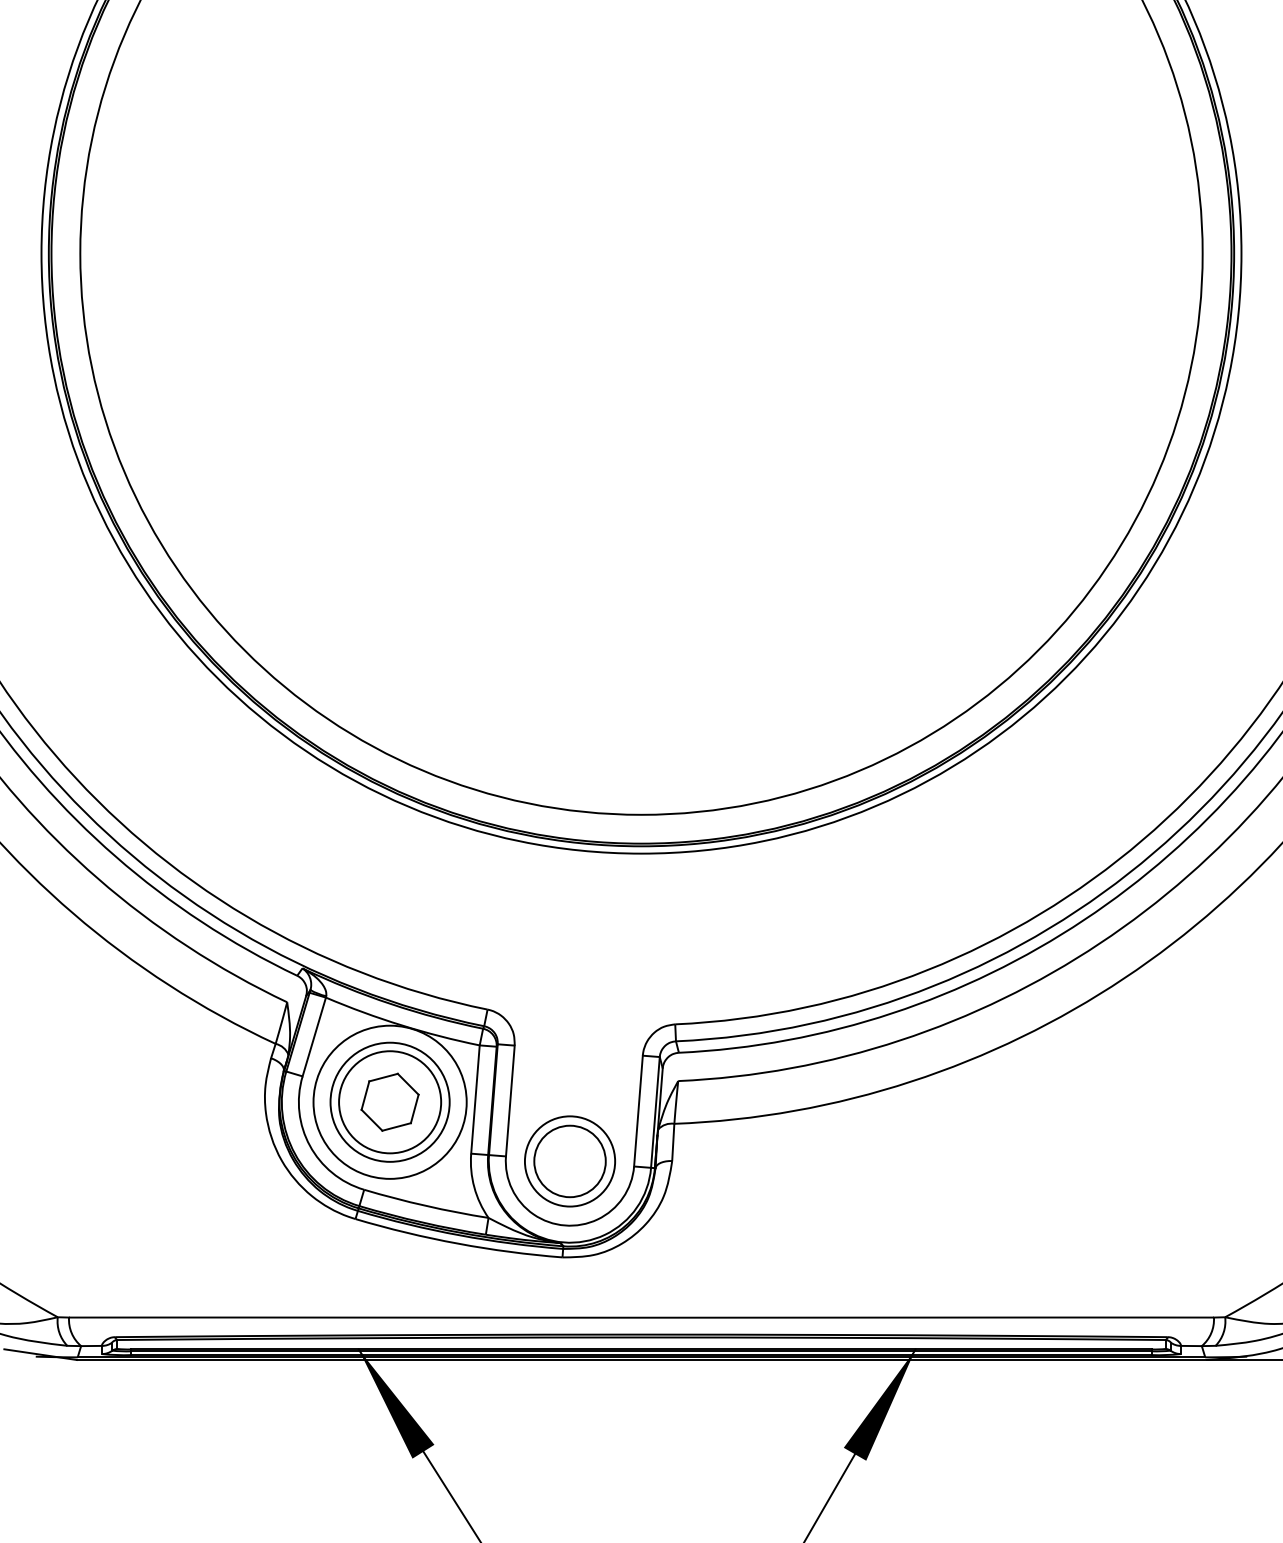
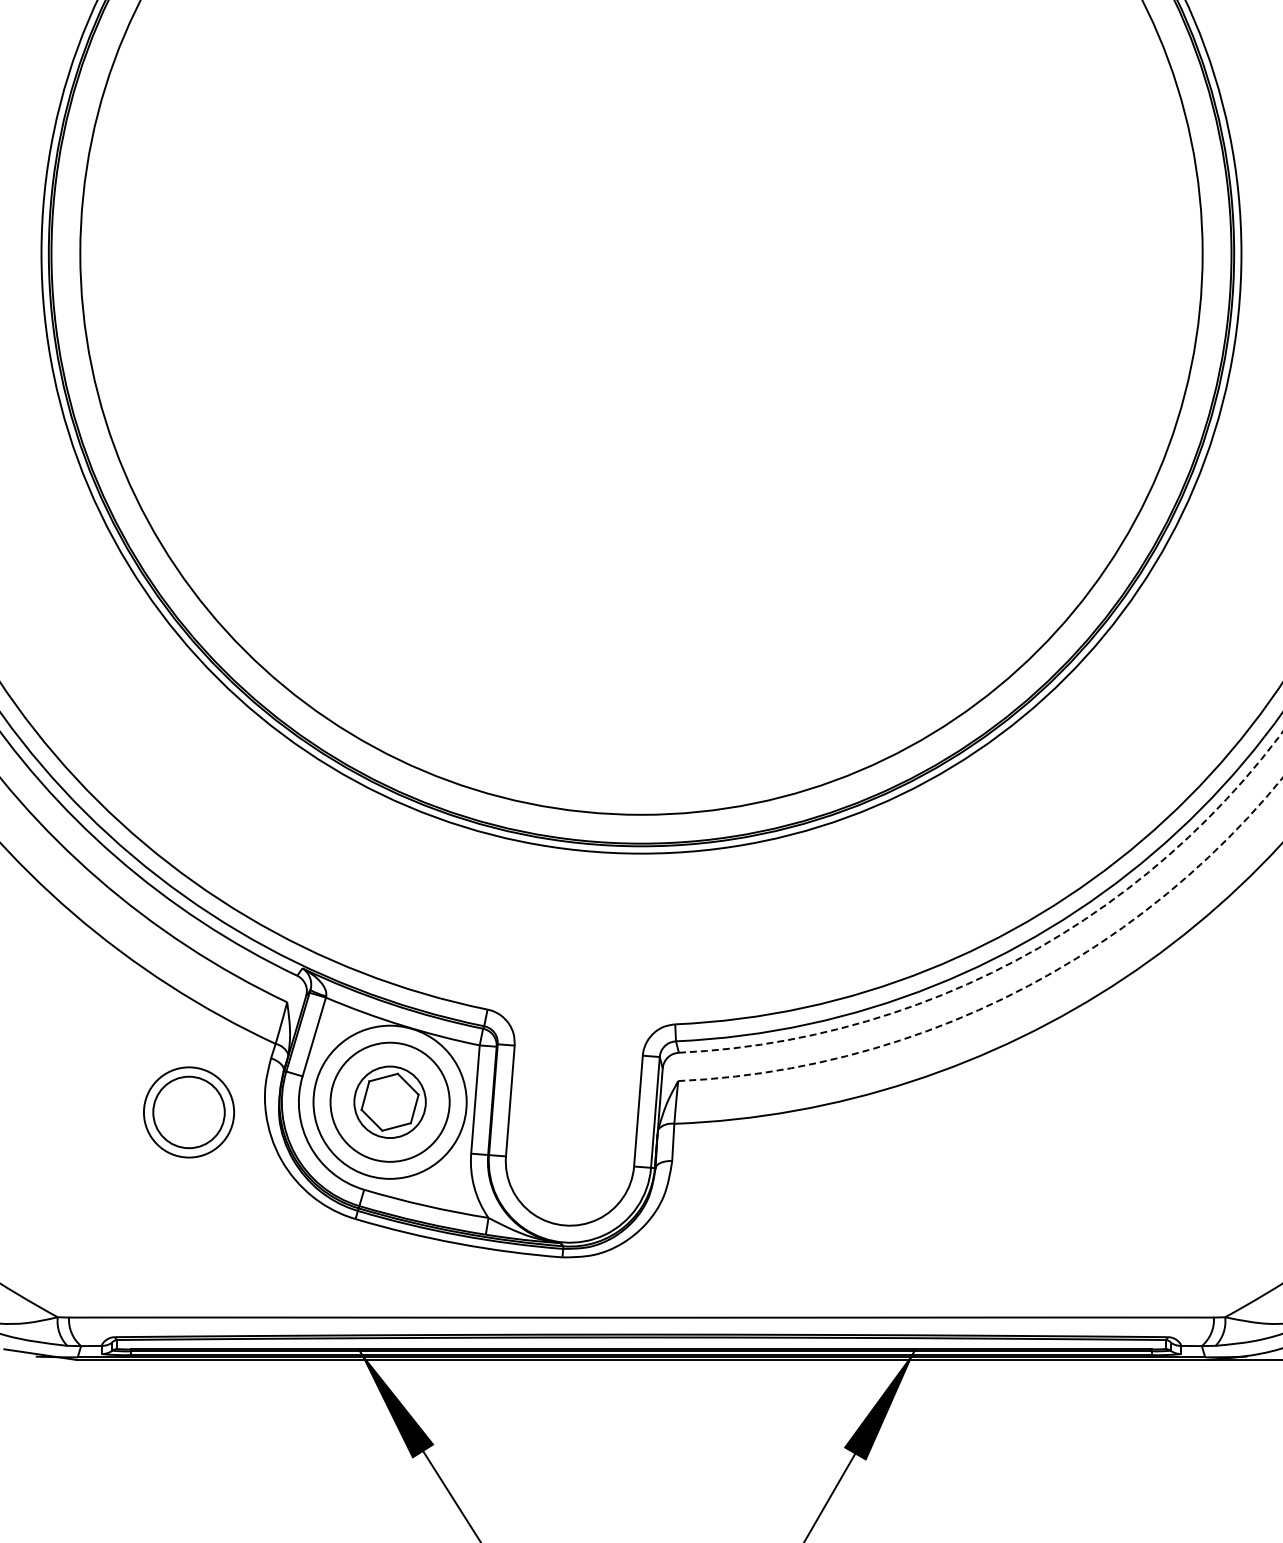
arc at (1016, 960): solid -> dashed
arc at (1011, 994): solid -> dashed
circle at (390, 1102) diameter: 102 px -> 71 px
part at (569, 1161) position: (569, 1161) -> (188, 1112)
